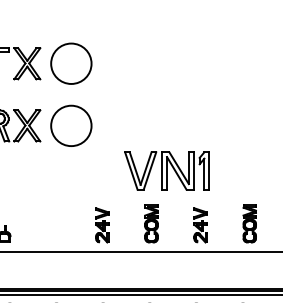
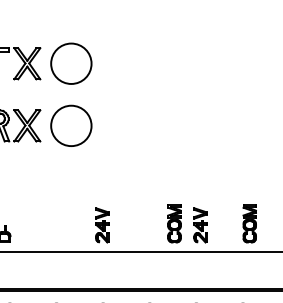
part at (166, 170): present -> none
part at (151, 223) position: (151, 223) -> (174, 223)
line at (140, 295): present -> none
